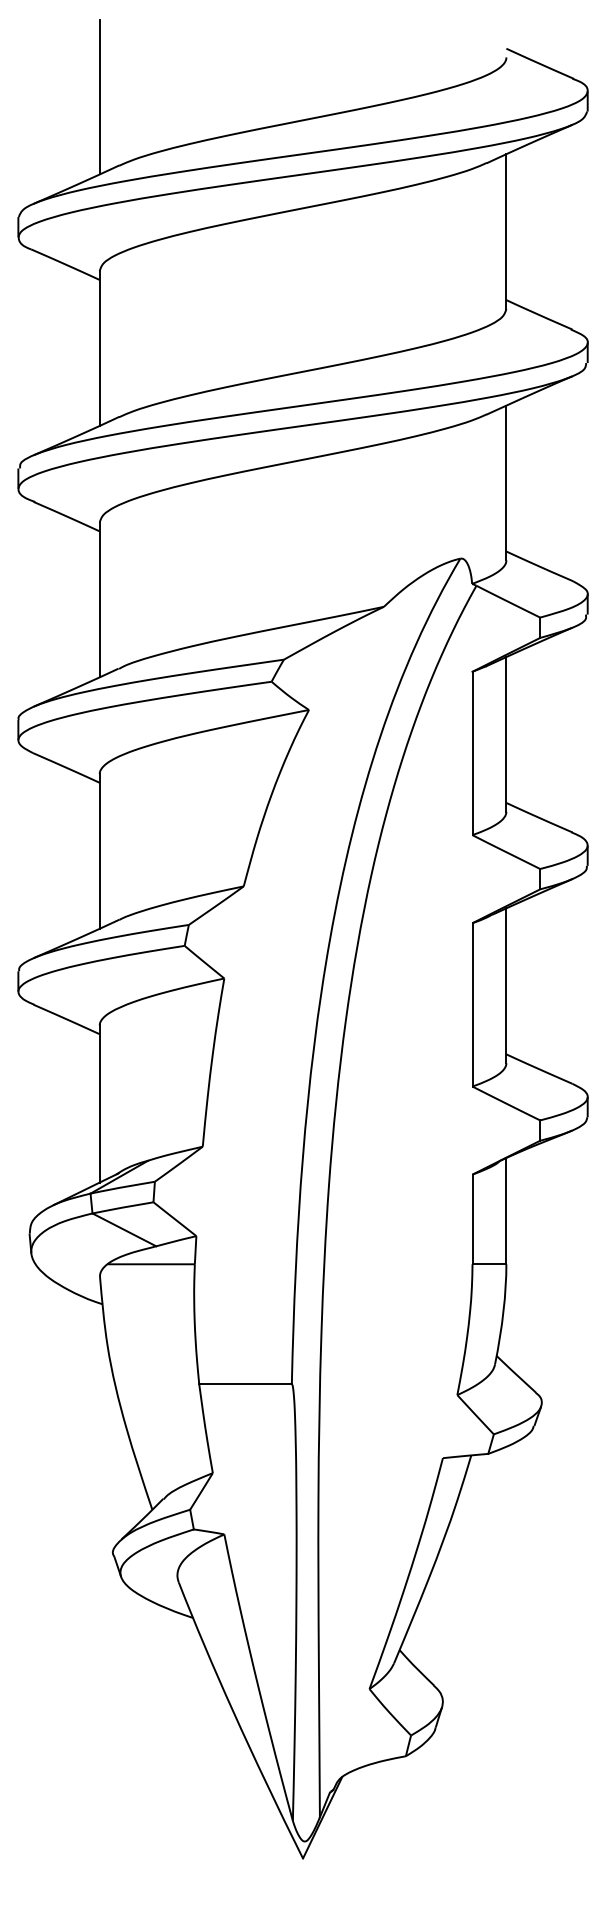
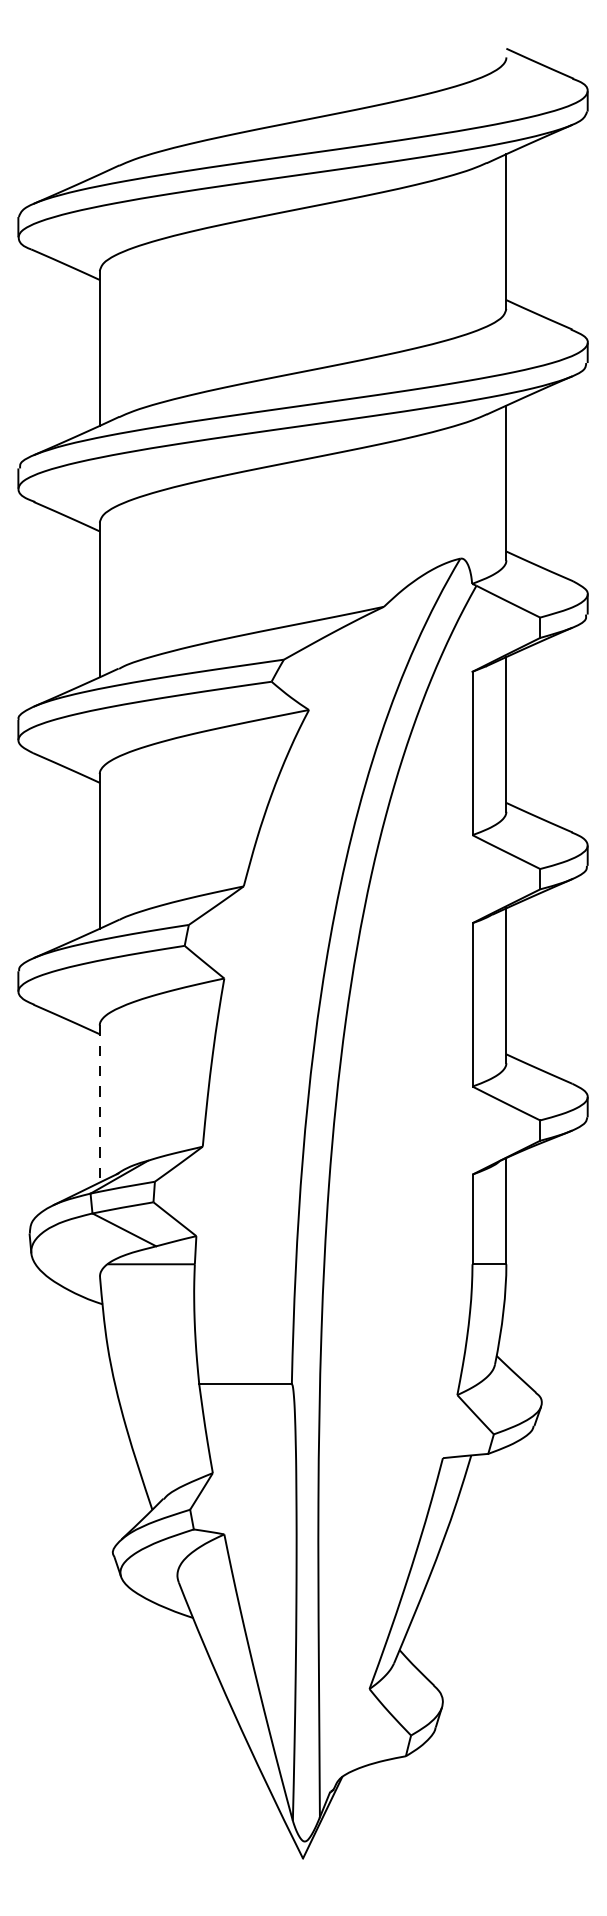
line at (99, 96): present -> none
line at (99, 1104): solid -> dashed
